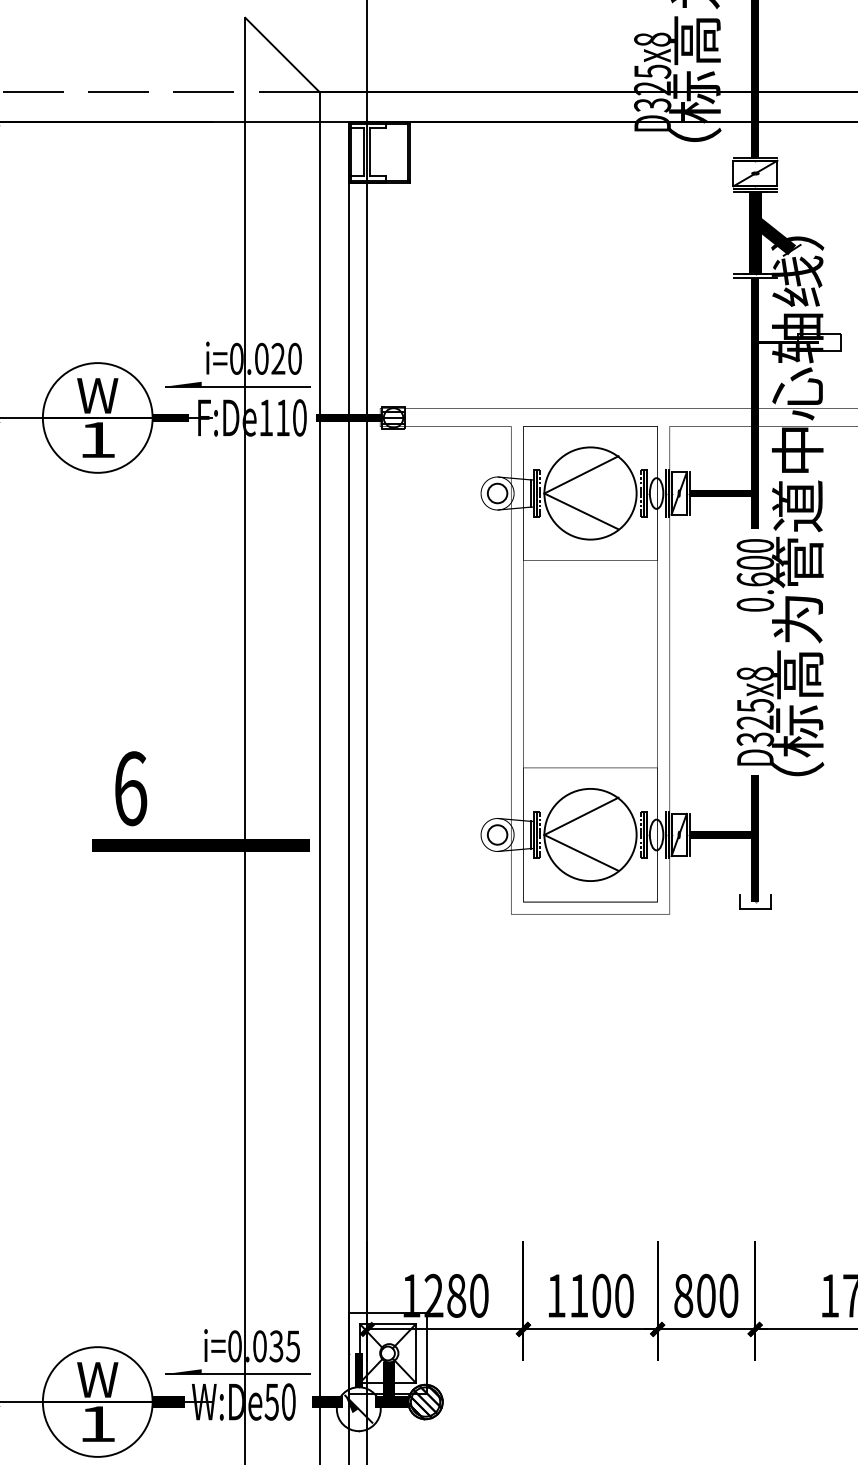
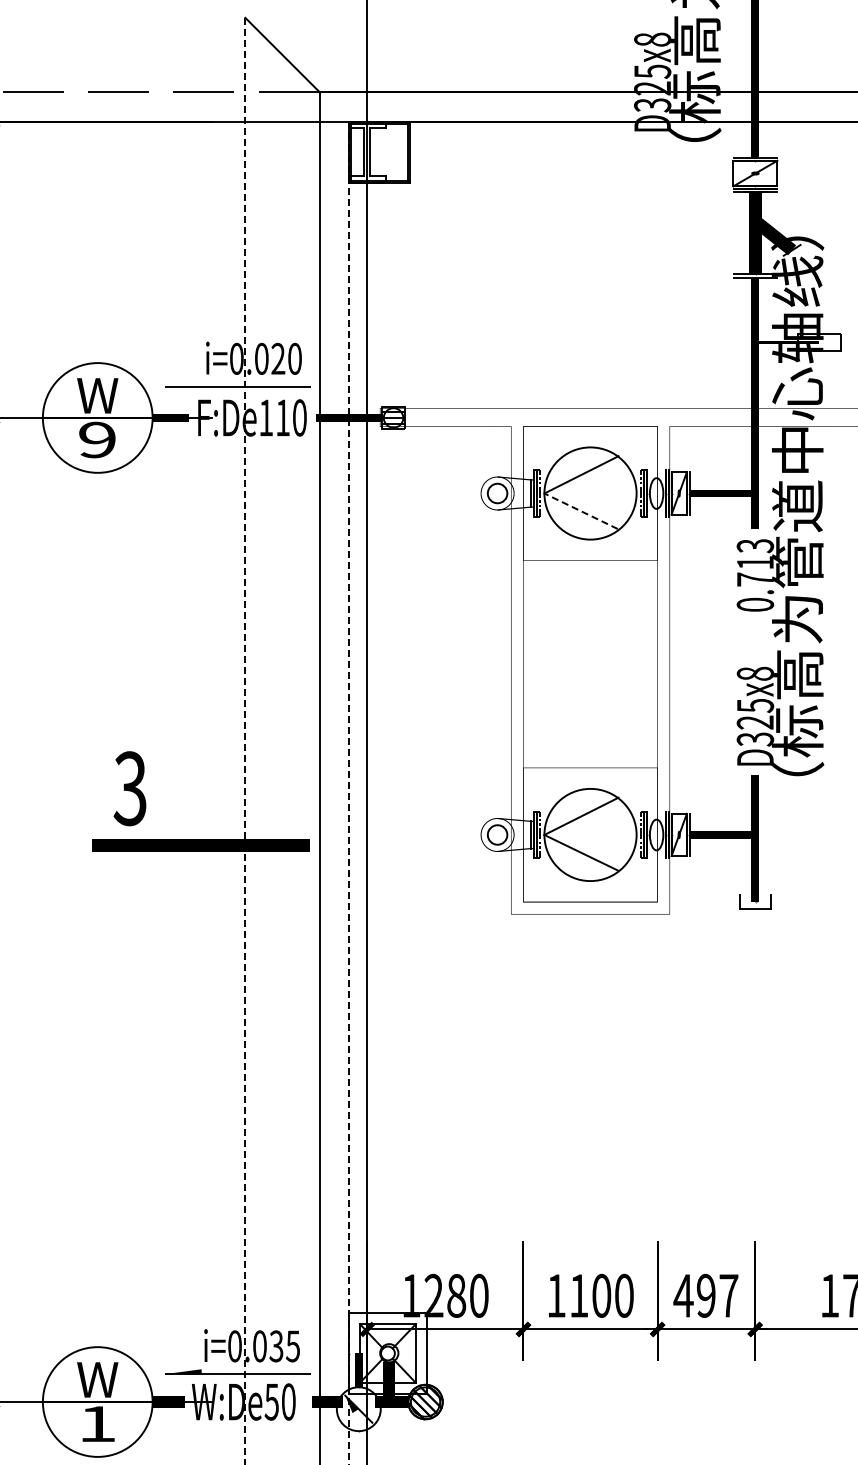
fill at (183, 383): present -> none
text at (97, 439): 1 -> 9
line at (581, 511): solid -> dashed
text at (755, 562): 0.600 -> 0.713
line at (245, 741): solid -> dashed
text at (130, 788): 6 -> 3
line at (349, 793): solid -> dashed
text at (705, 1295): 800 -> 497
